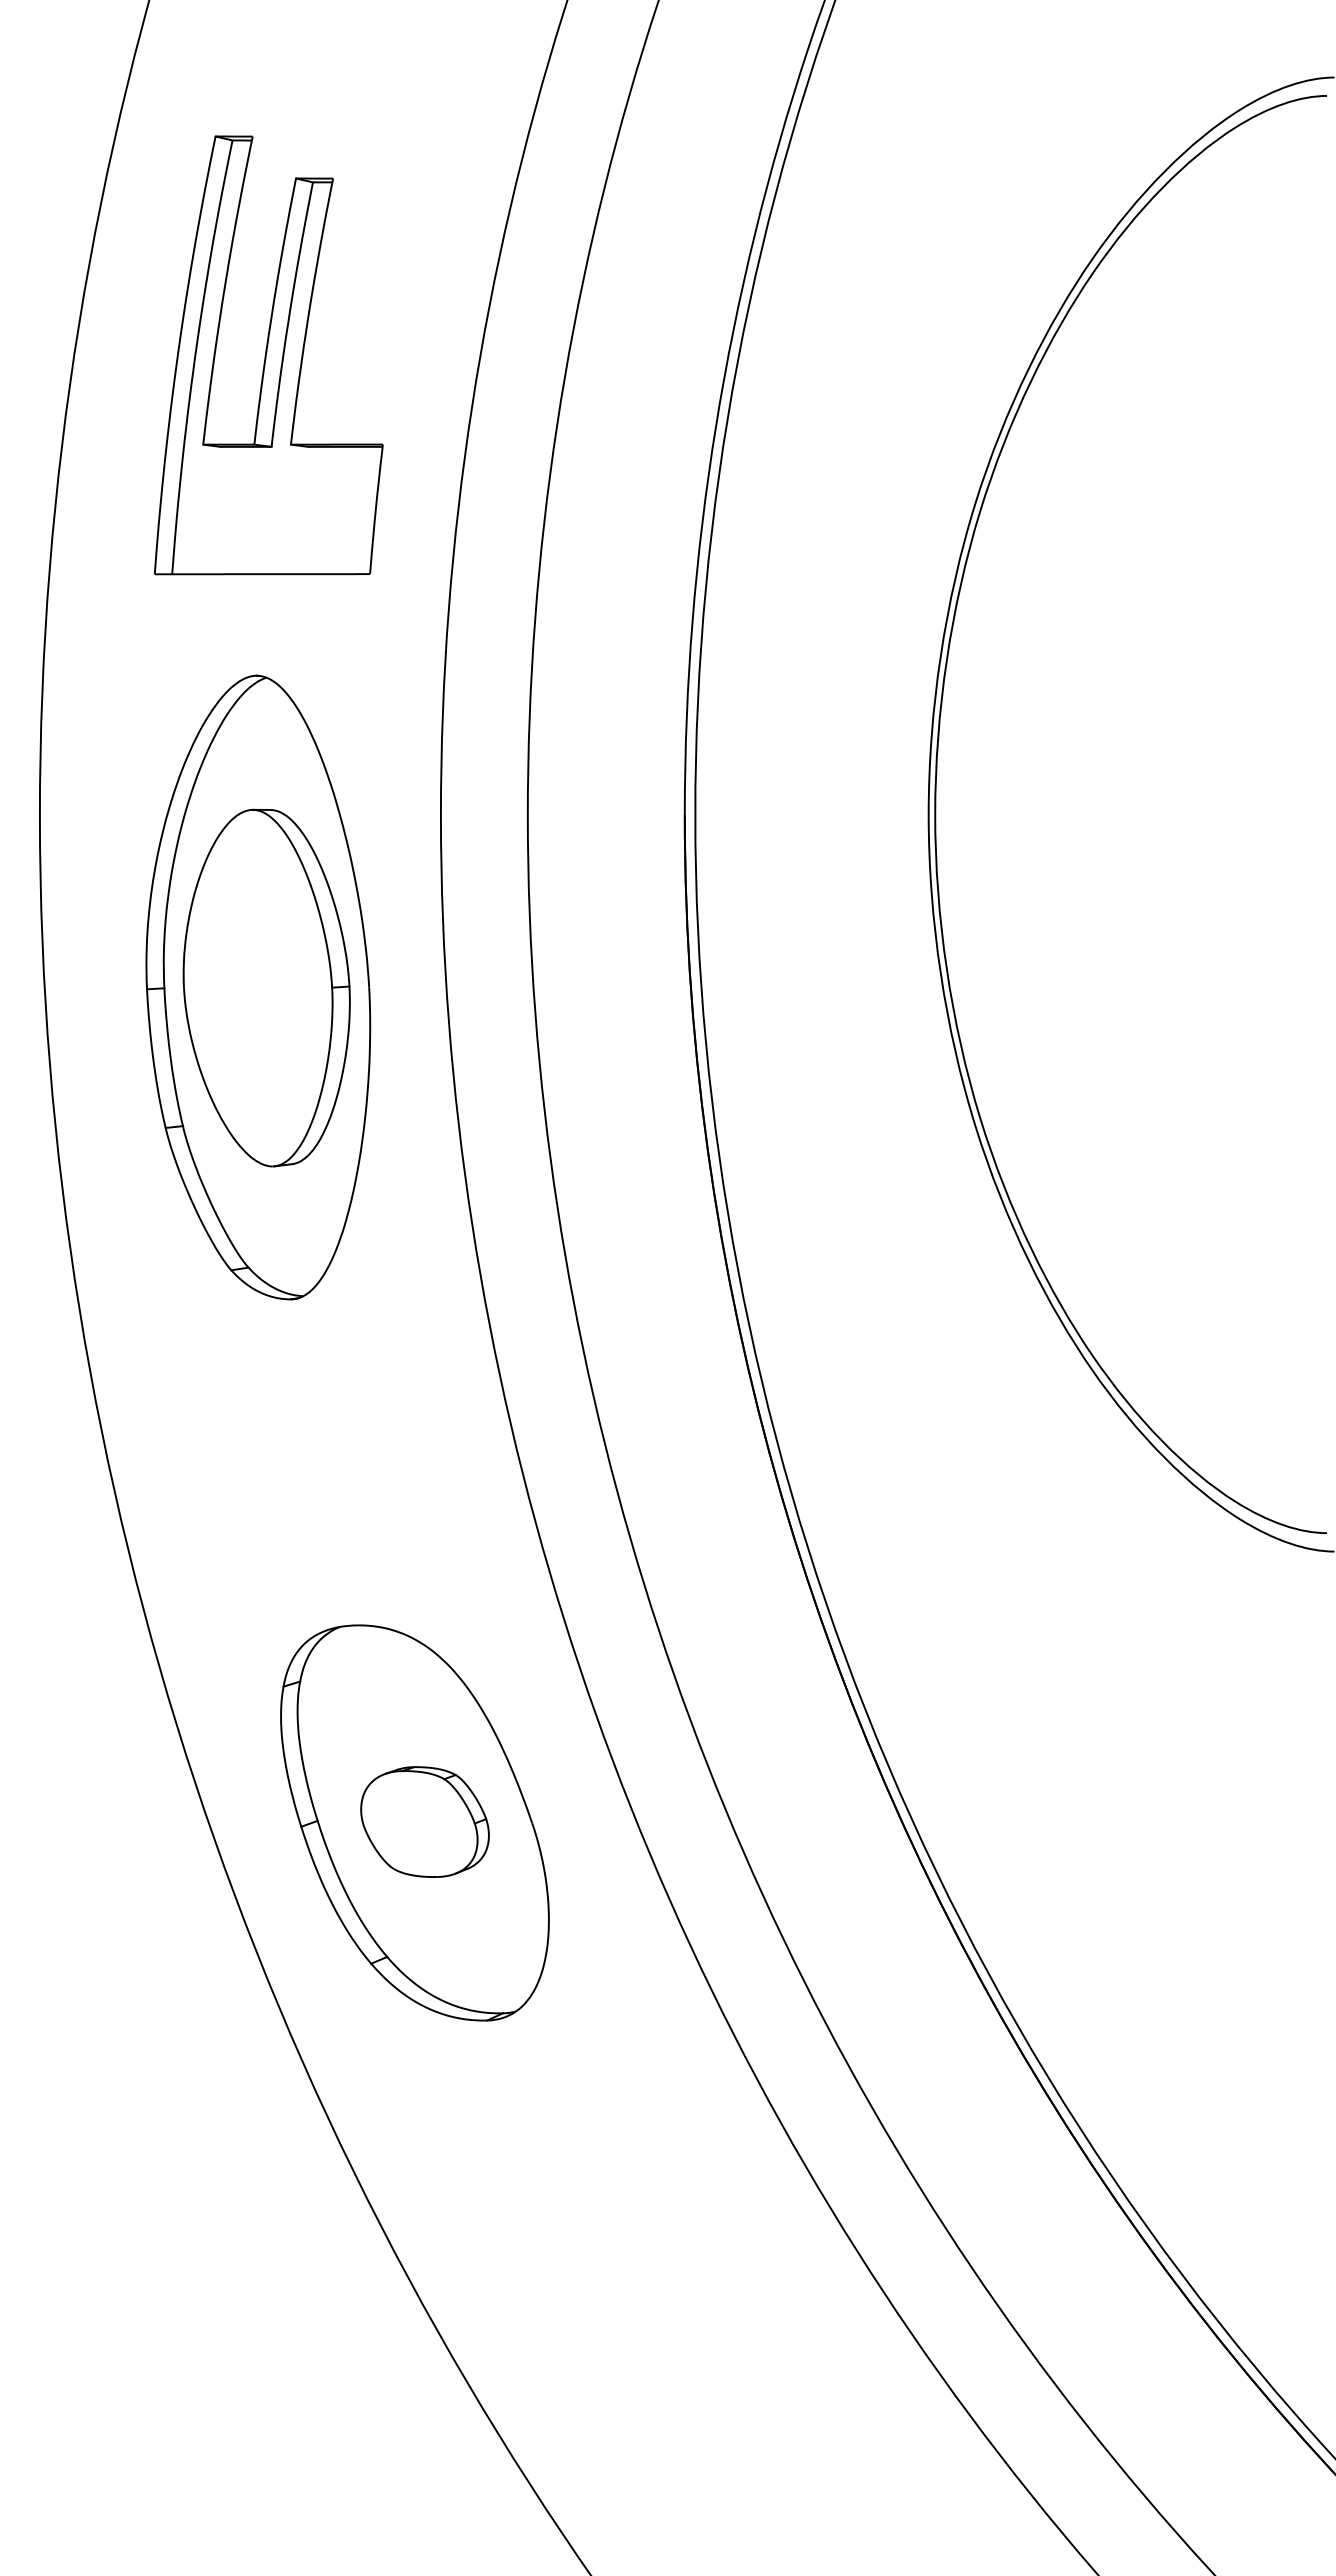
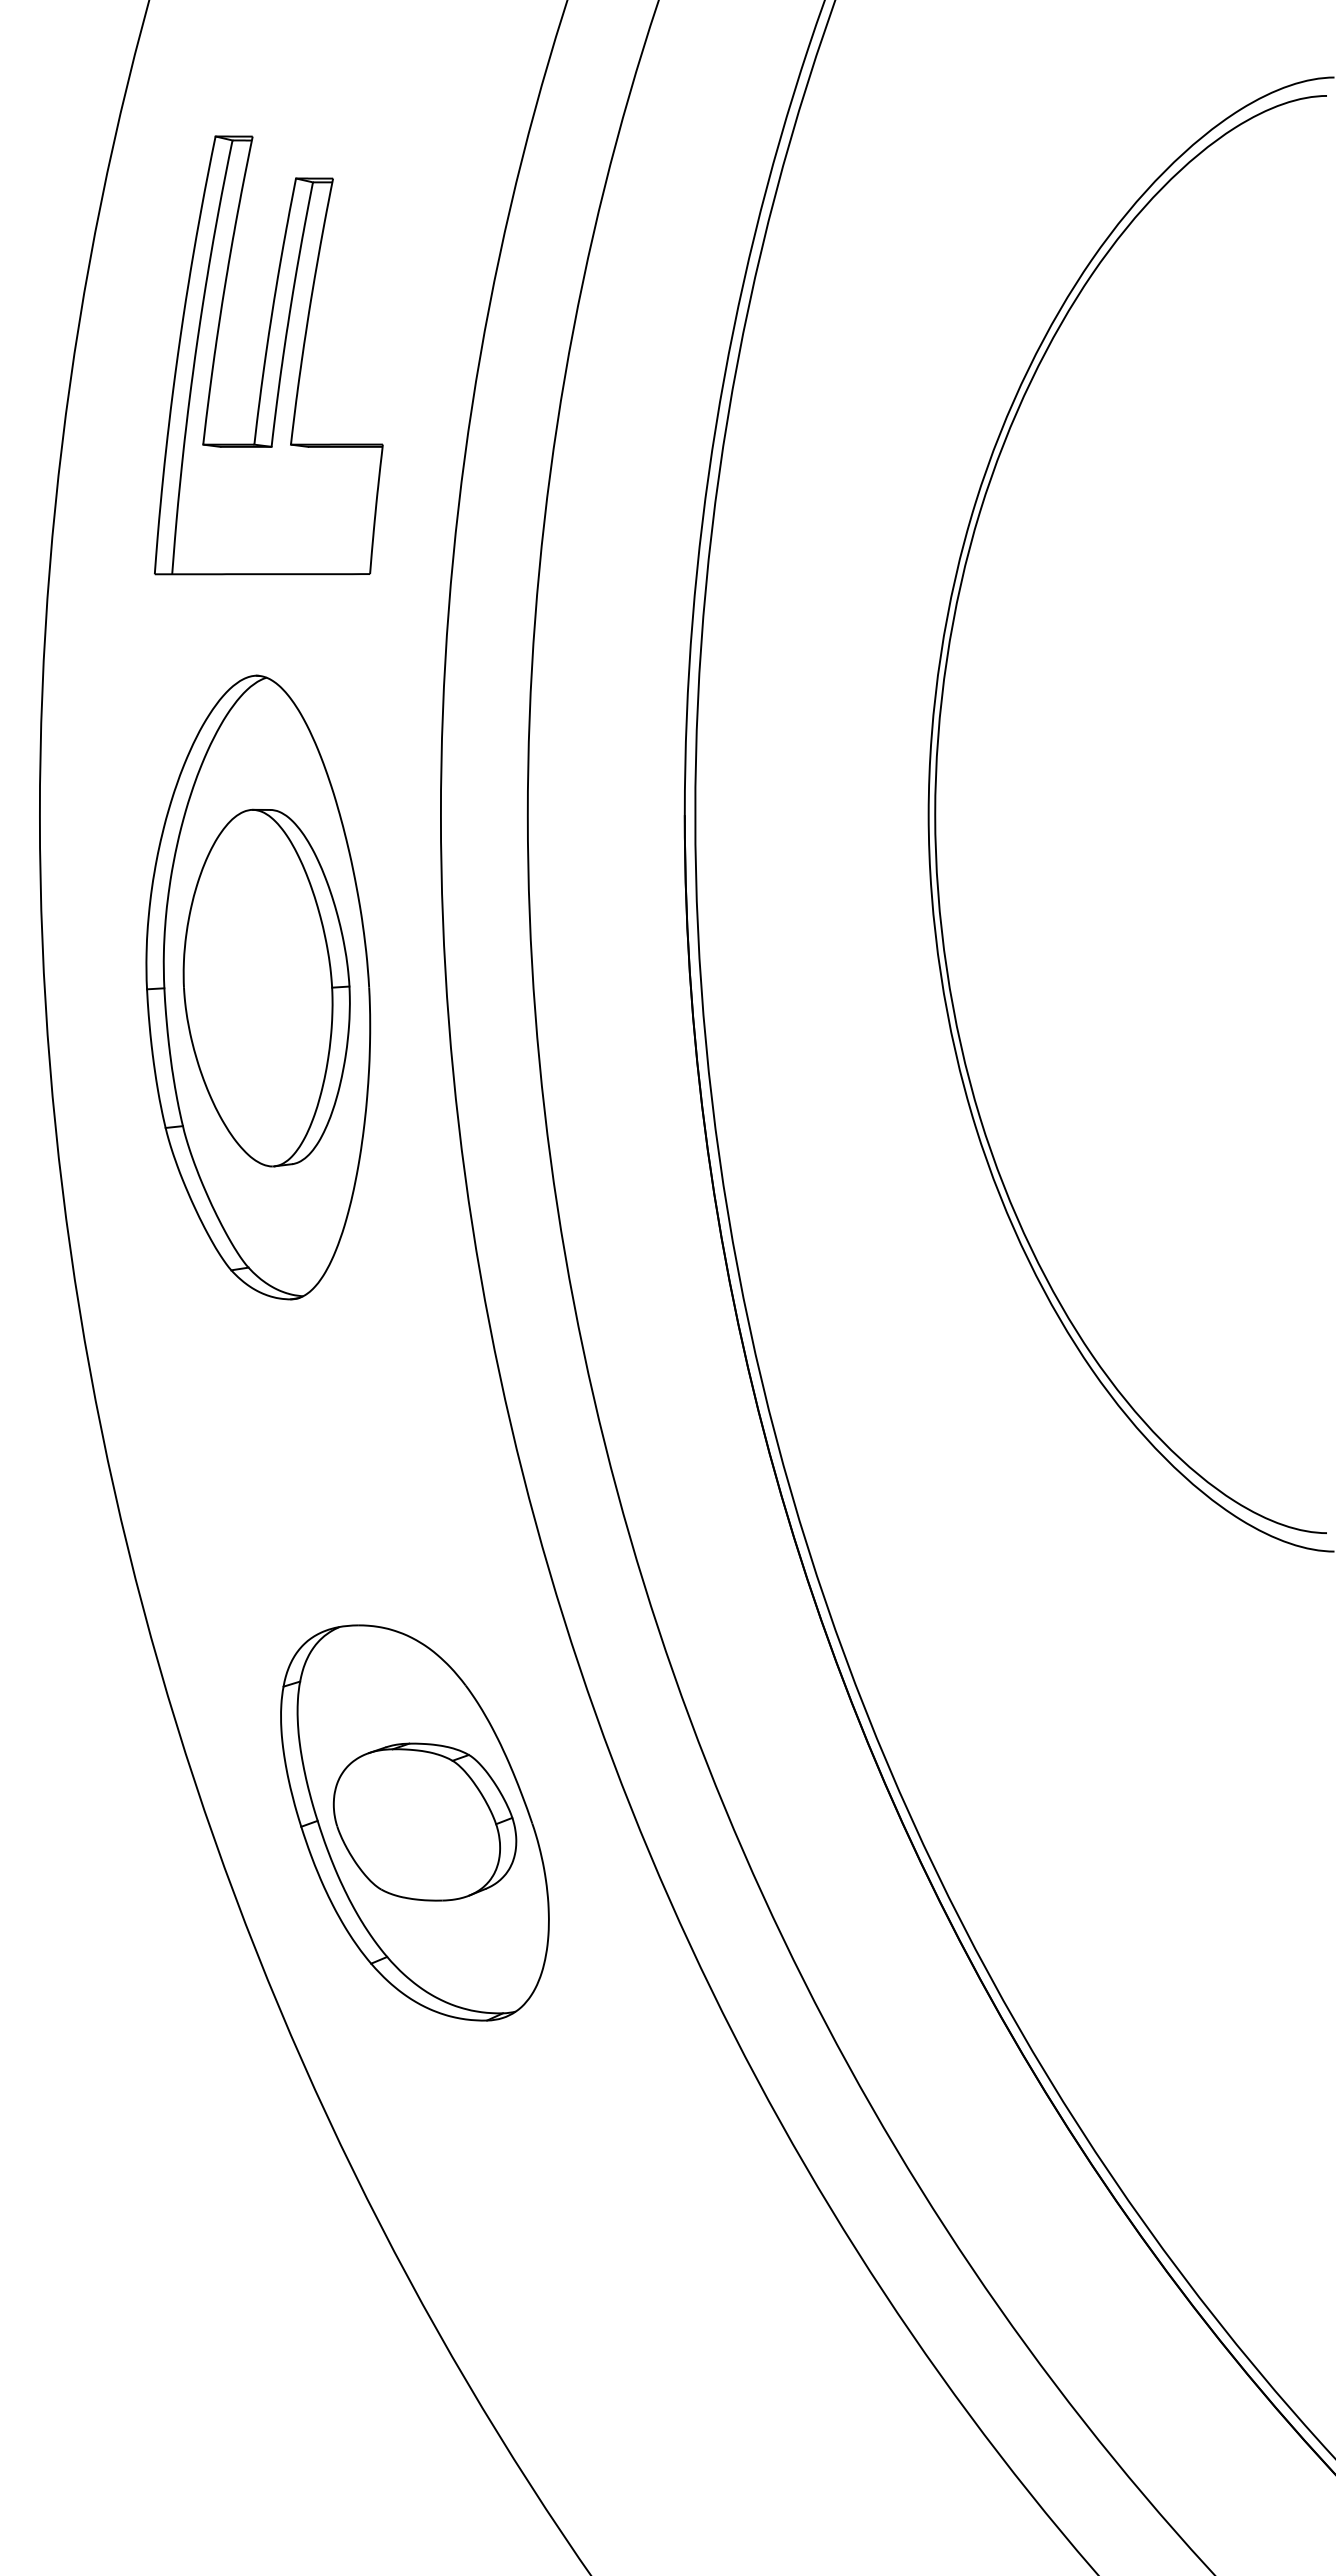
part at (424, 1821) size: 130x112 px -> 186x160 px
